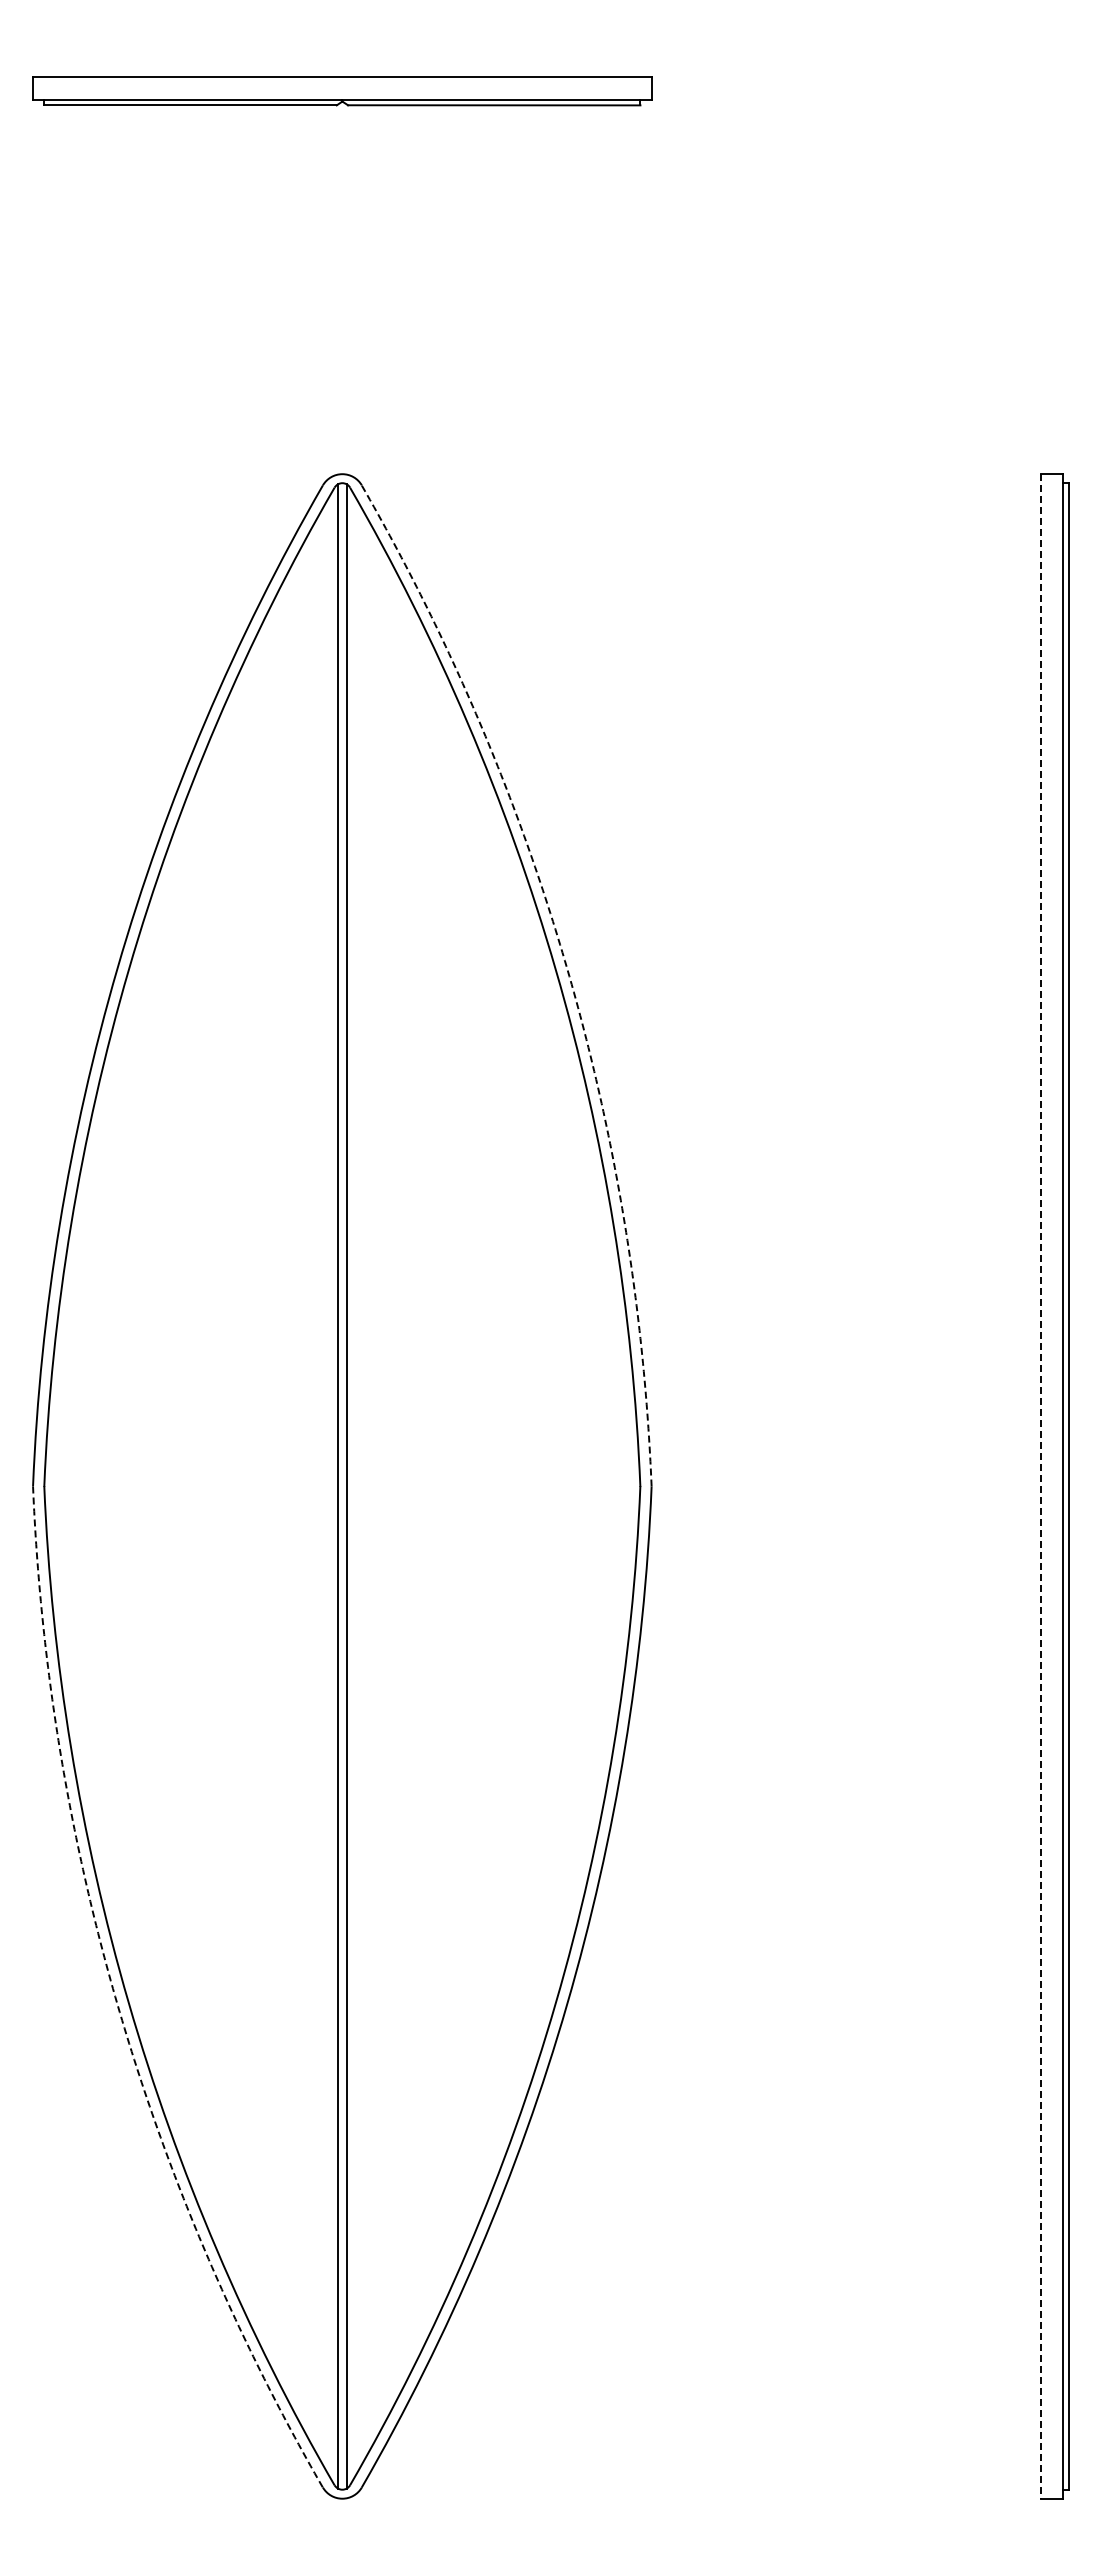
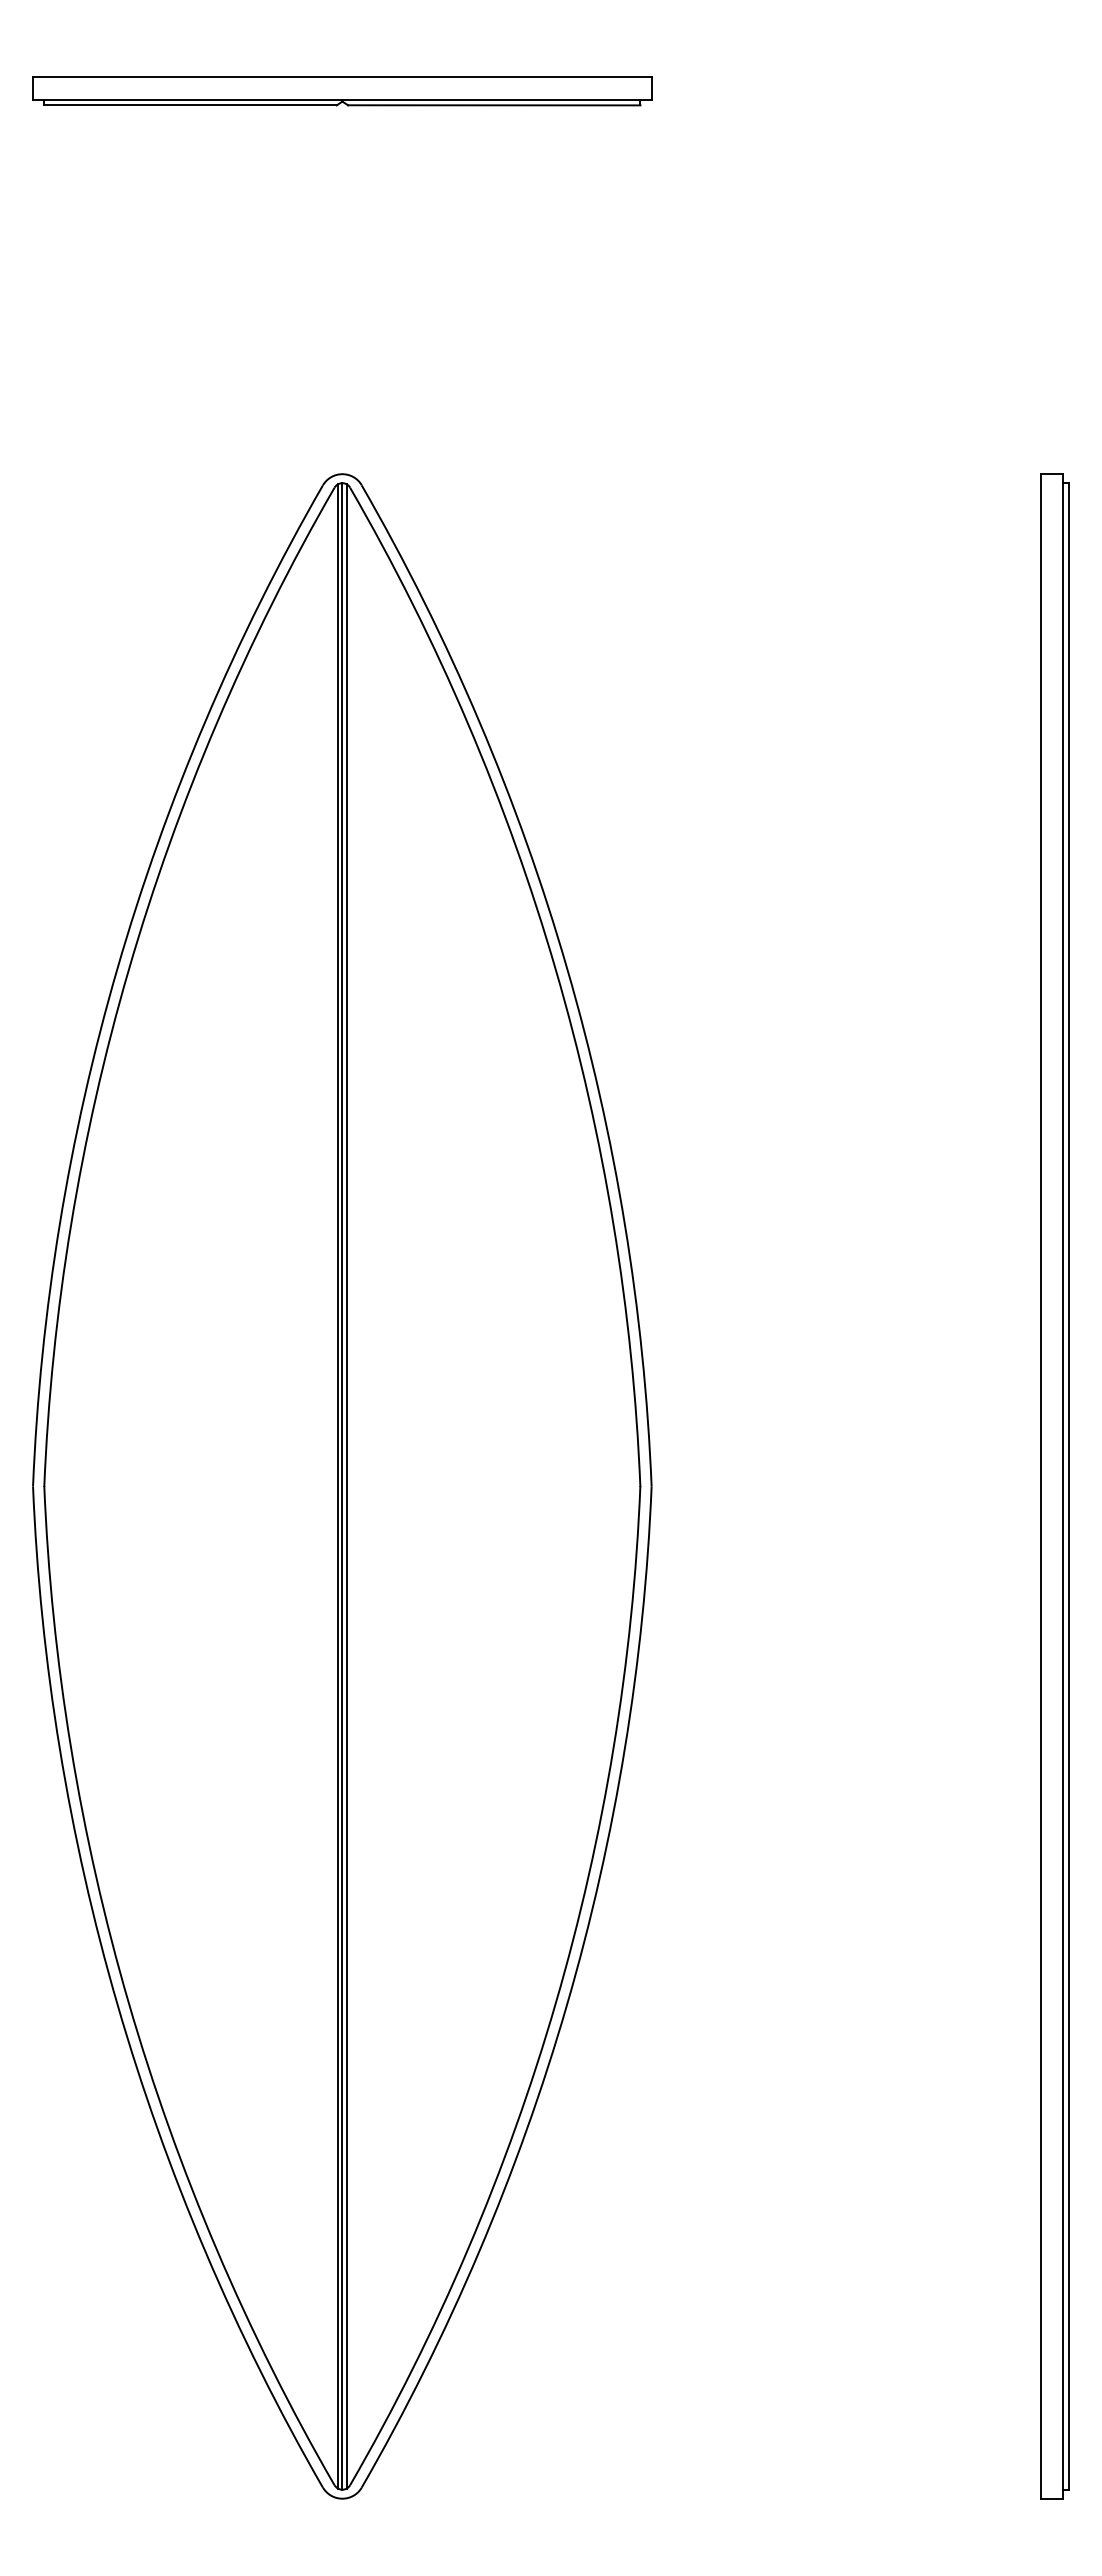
arc at (567, 968): dashed -> solid
line at (342, 1486): none -> present
line at (1040, 1486): dashed -> solid
arc at (117, 2004): dashed -> solid
